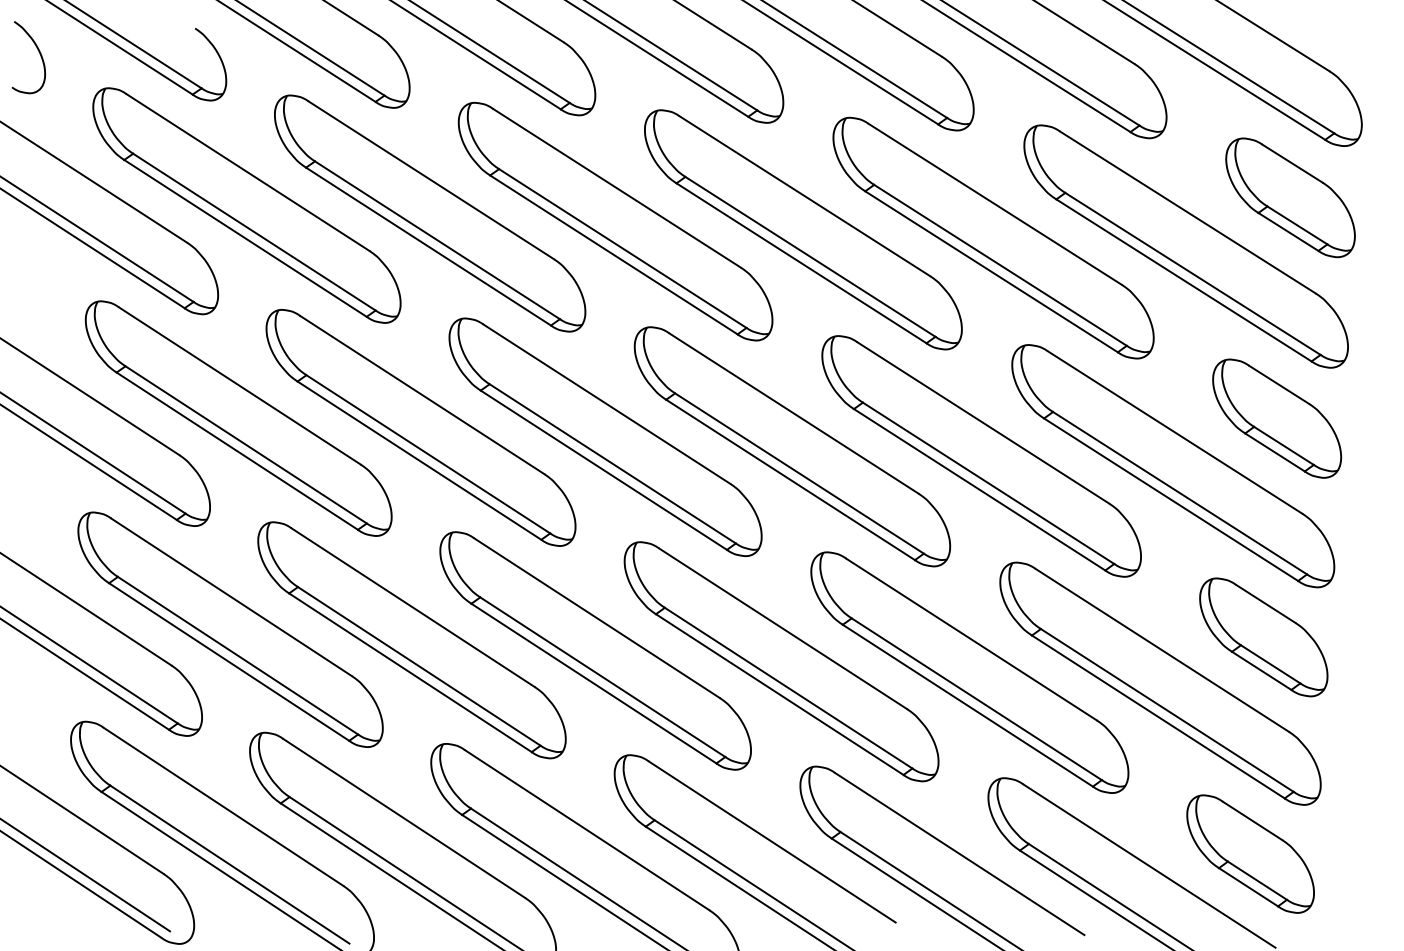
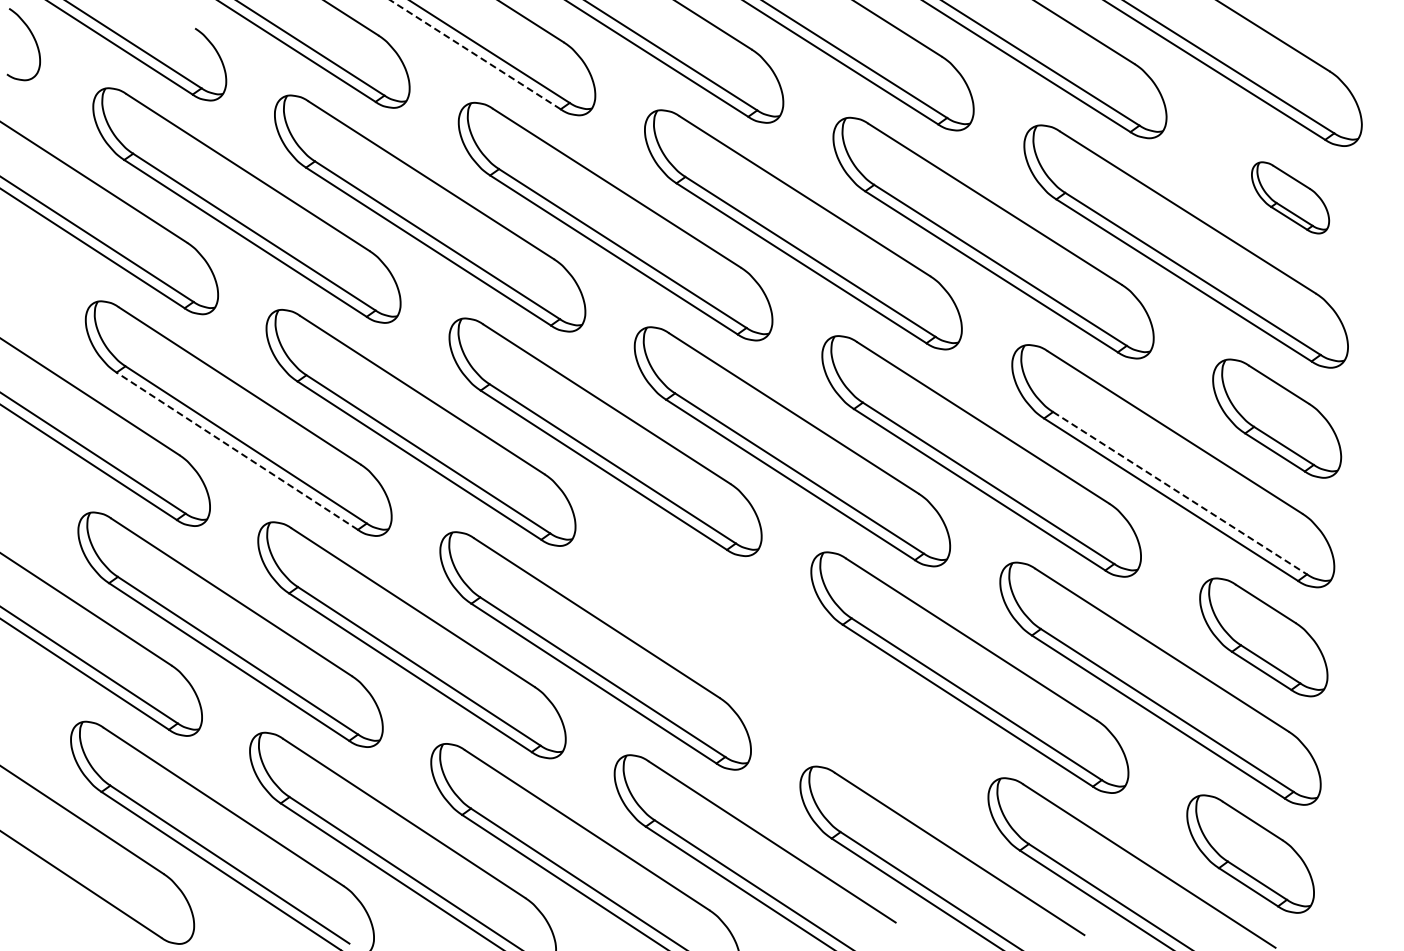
curve at (38, 52) position: (38, 52) -> (33, 39)
line at (475, 54): solid -> dashed
part at (1290, 197) size: 131x122 px -> 80x74 px
line at (236, 450): solid -> dashed
line at (1180, 493): solid -> dashed
part at (781, 661): present -> none
line at (86, 875): present -> none
